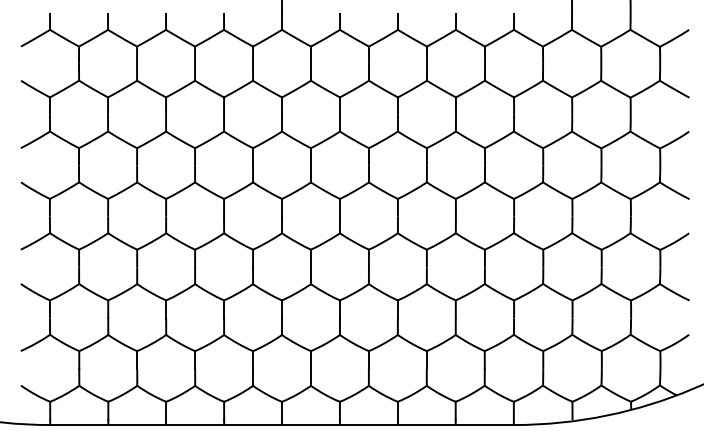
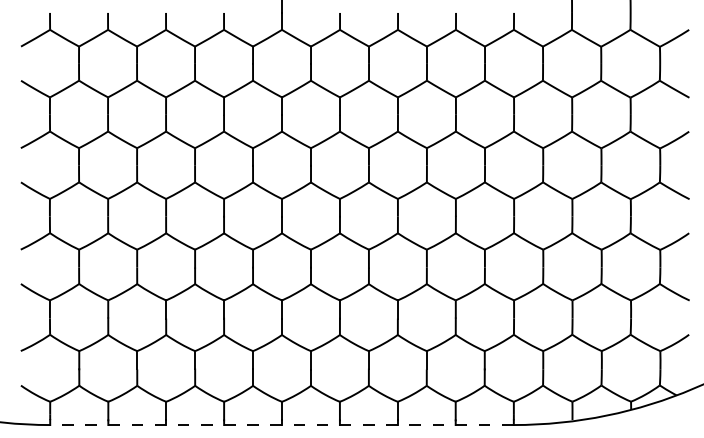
line at (282, 425): solid -> dashed
